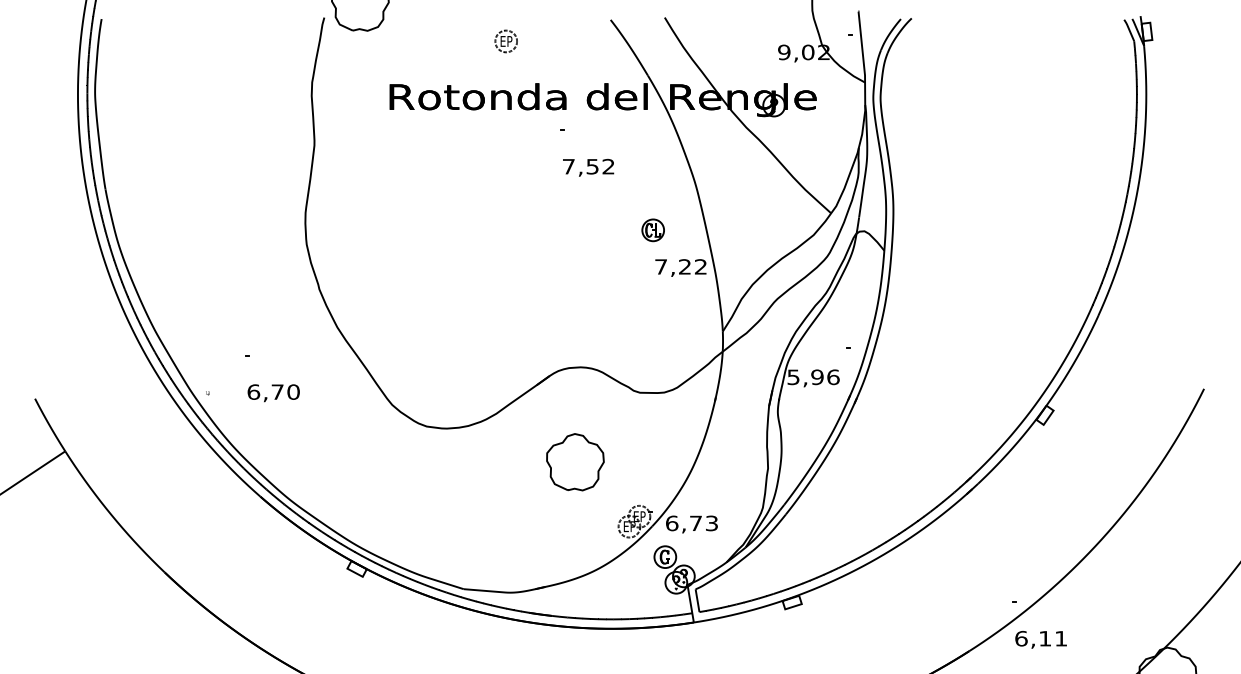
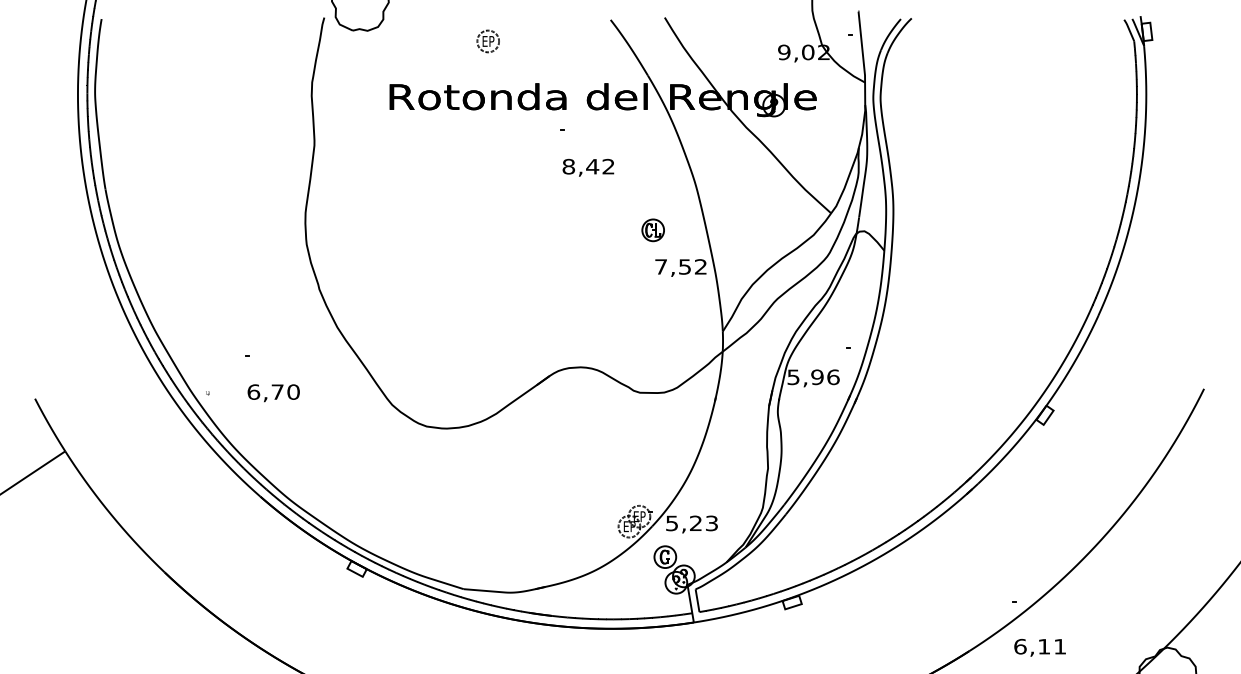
part at (505, 41) position: (505, 41) -> (487, 41)
text at (580, 166): 7,52 -> 8,42
text at (684, 266): 7,22 -> 7,52
part at (575, 462): present -> none
text at (683, 523): 6,73 -> 5,23
text at (1040, 639) position: (1040, 639) -> (1039, 647)
